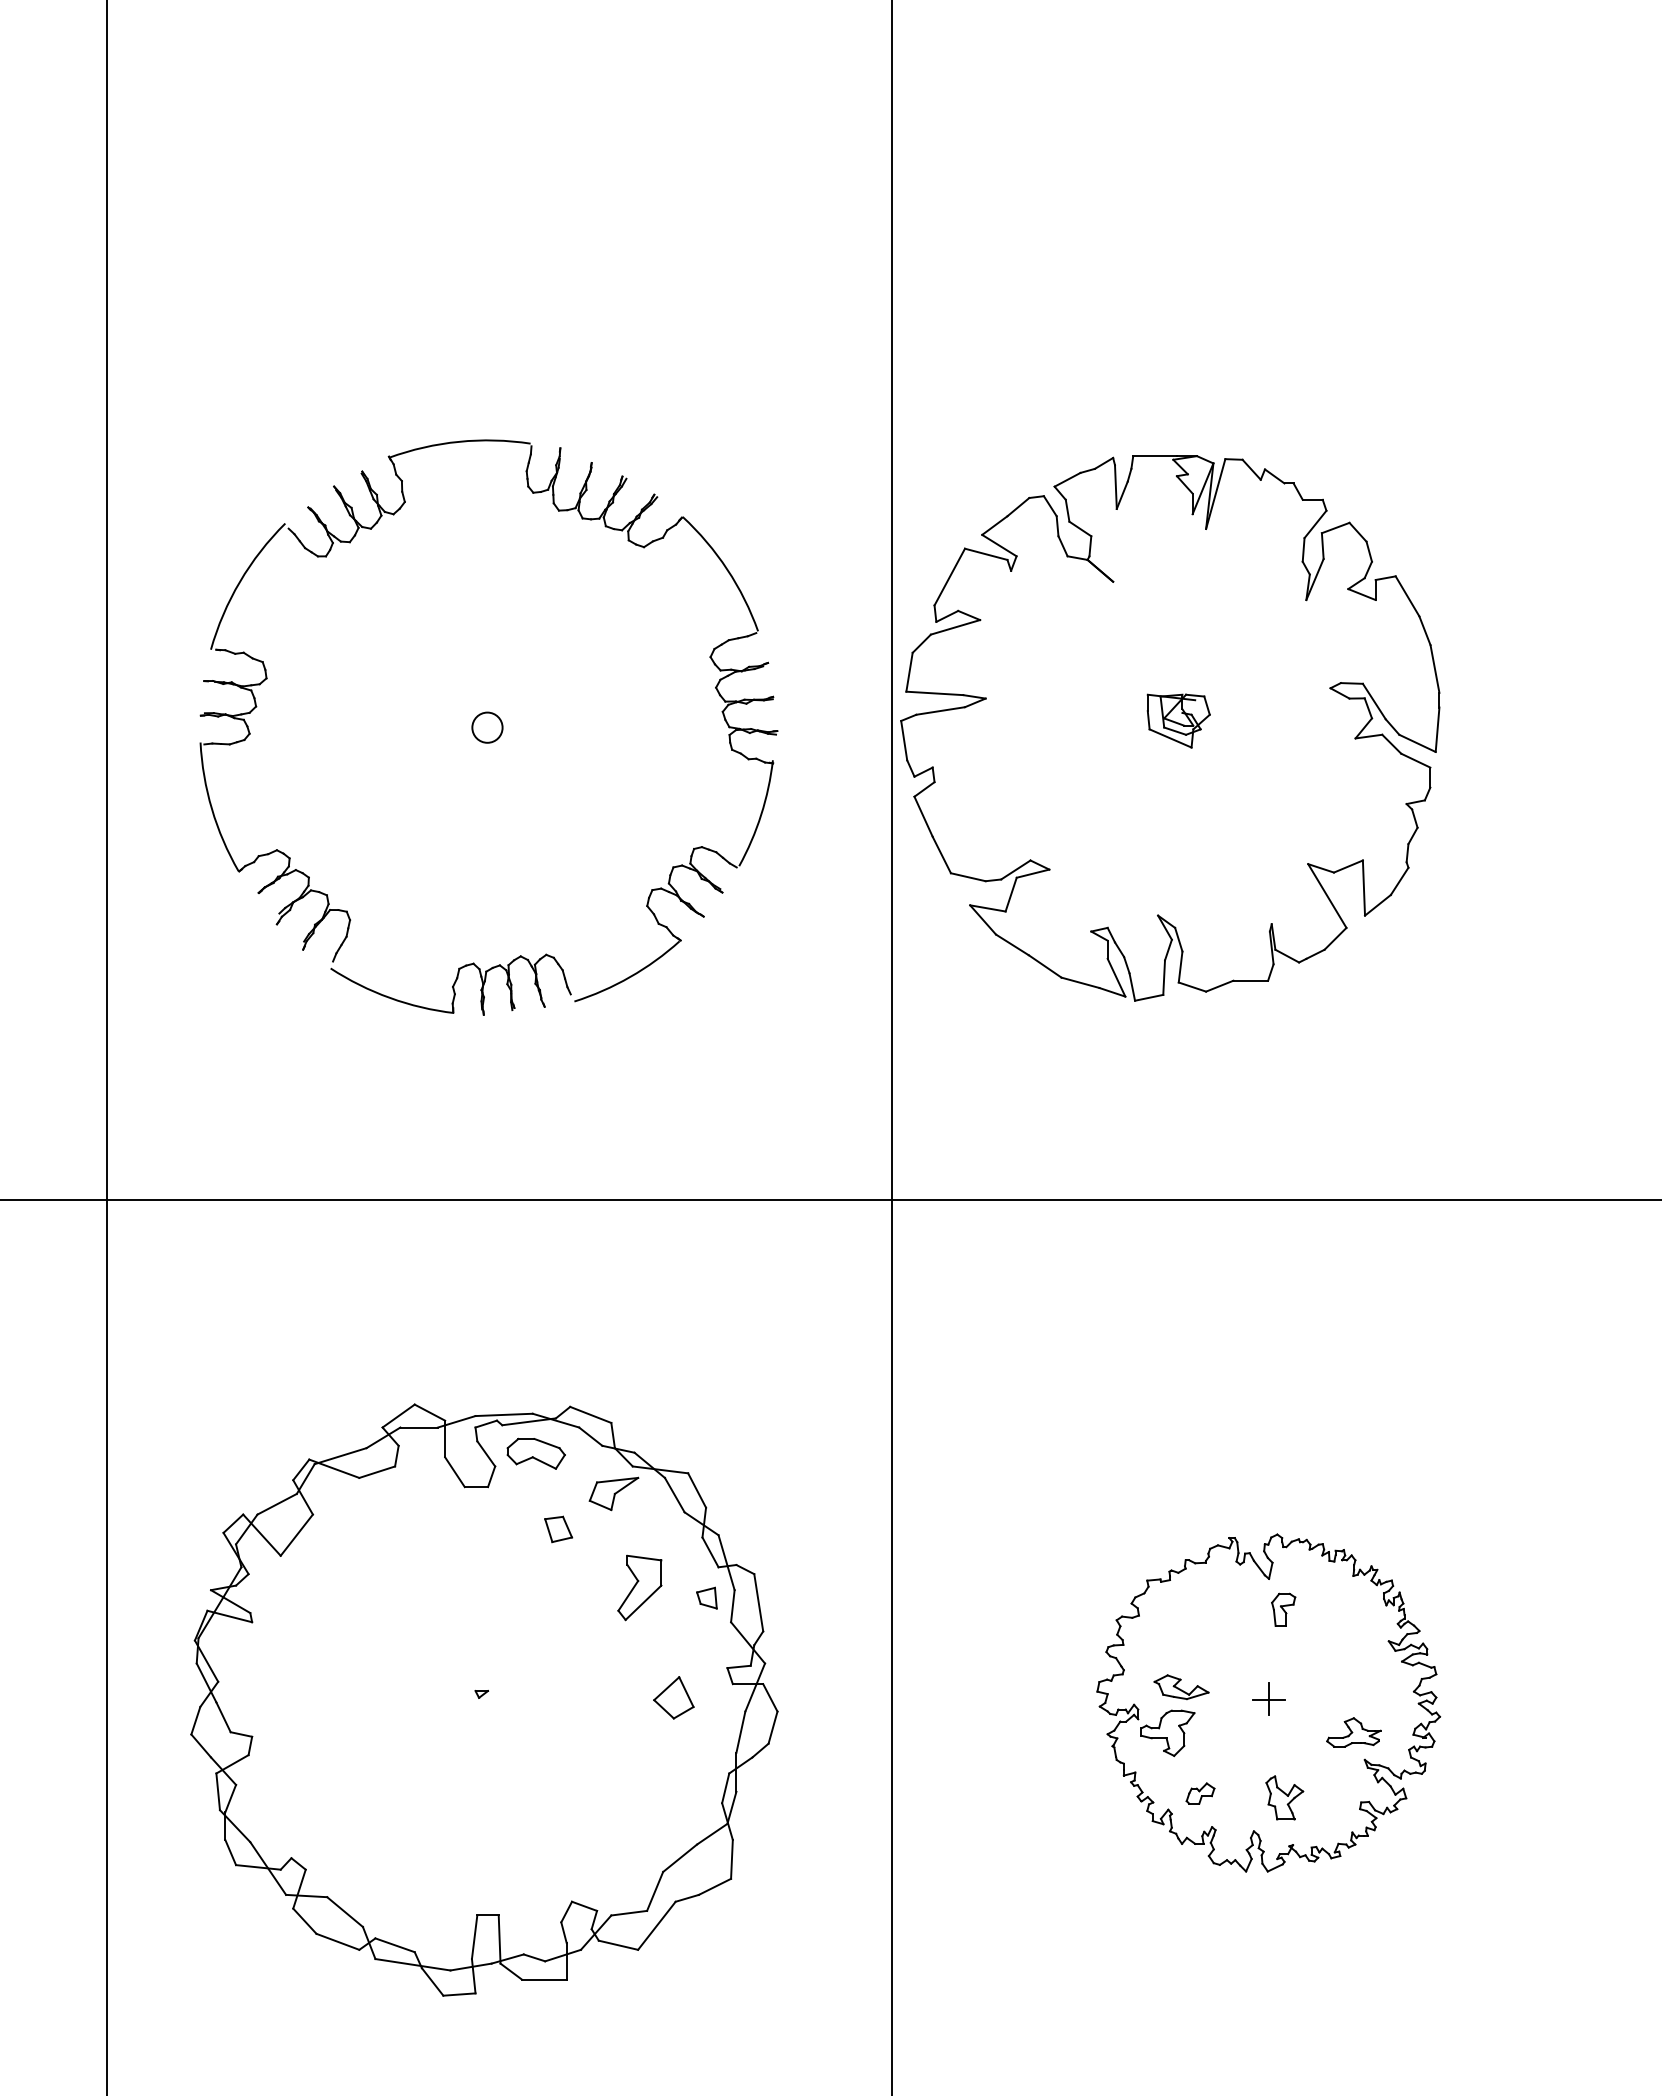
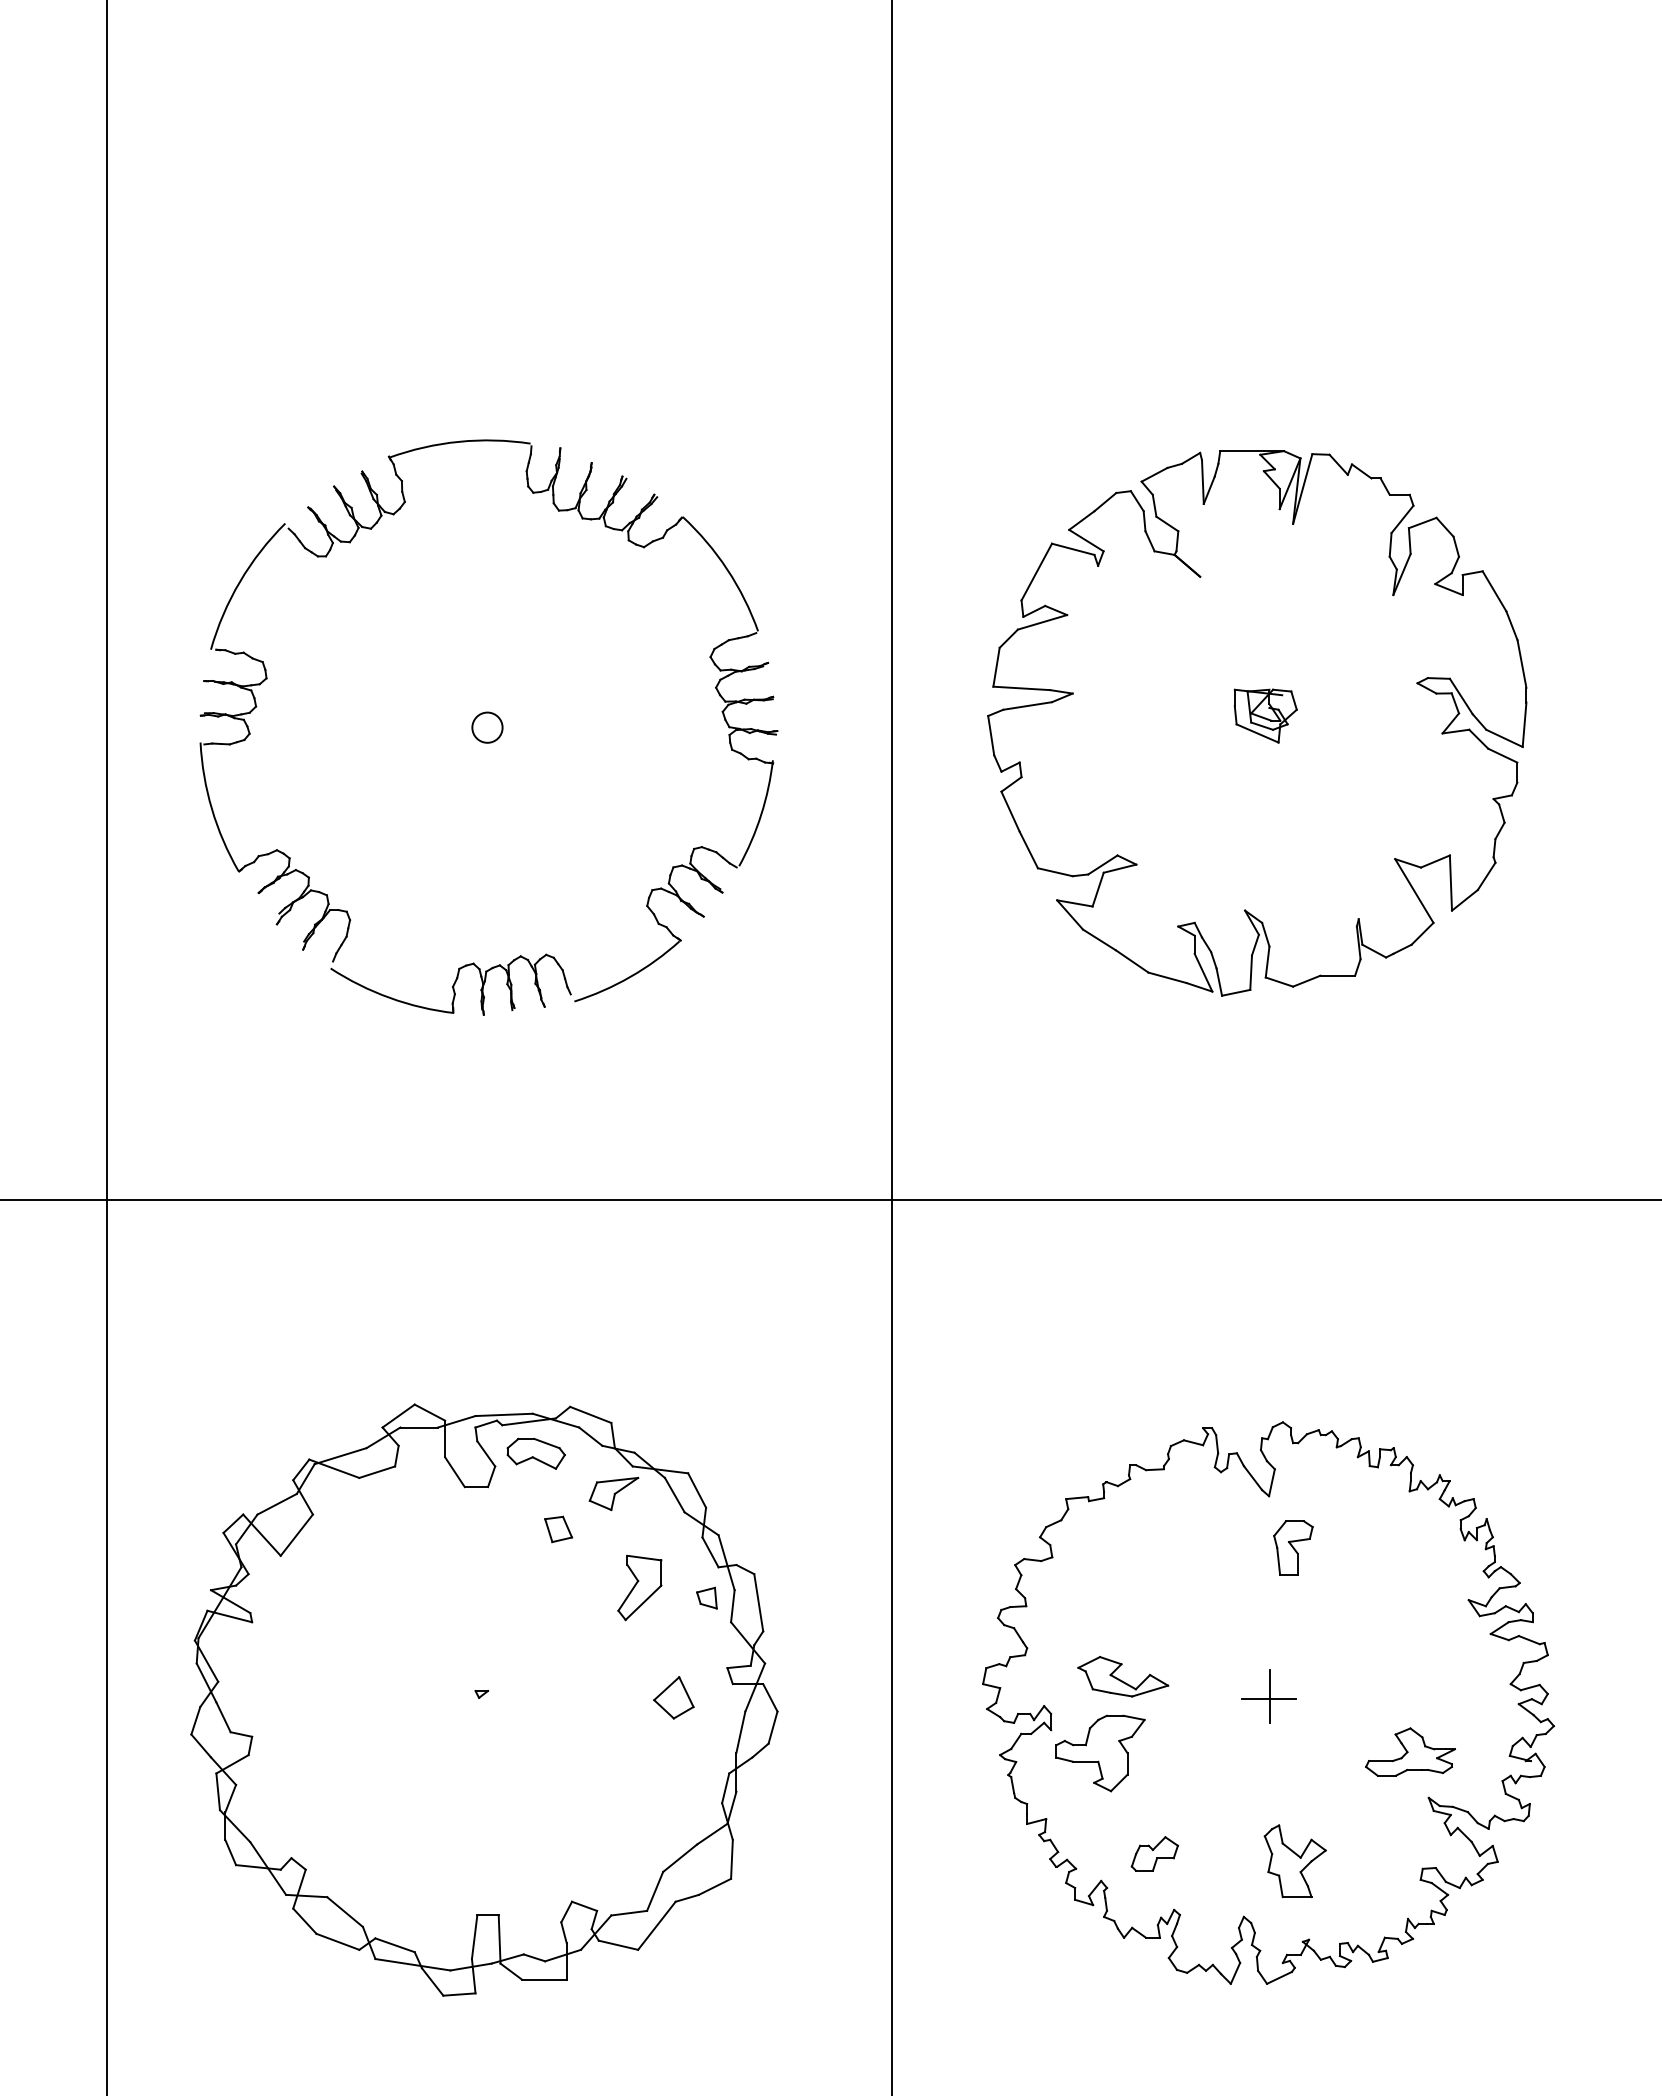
part at (1170, 728) position: (1170, 728) -> (1257, 723)
part at (1268, 1702) size: 346x340 px -> 574x564 px
